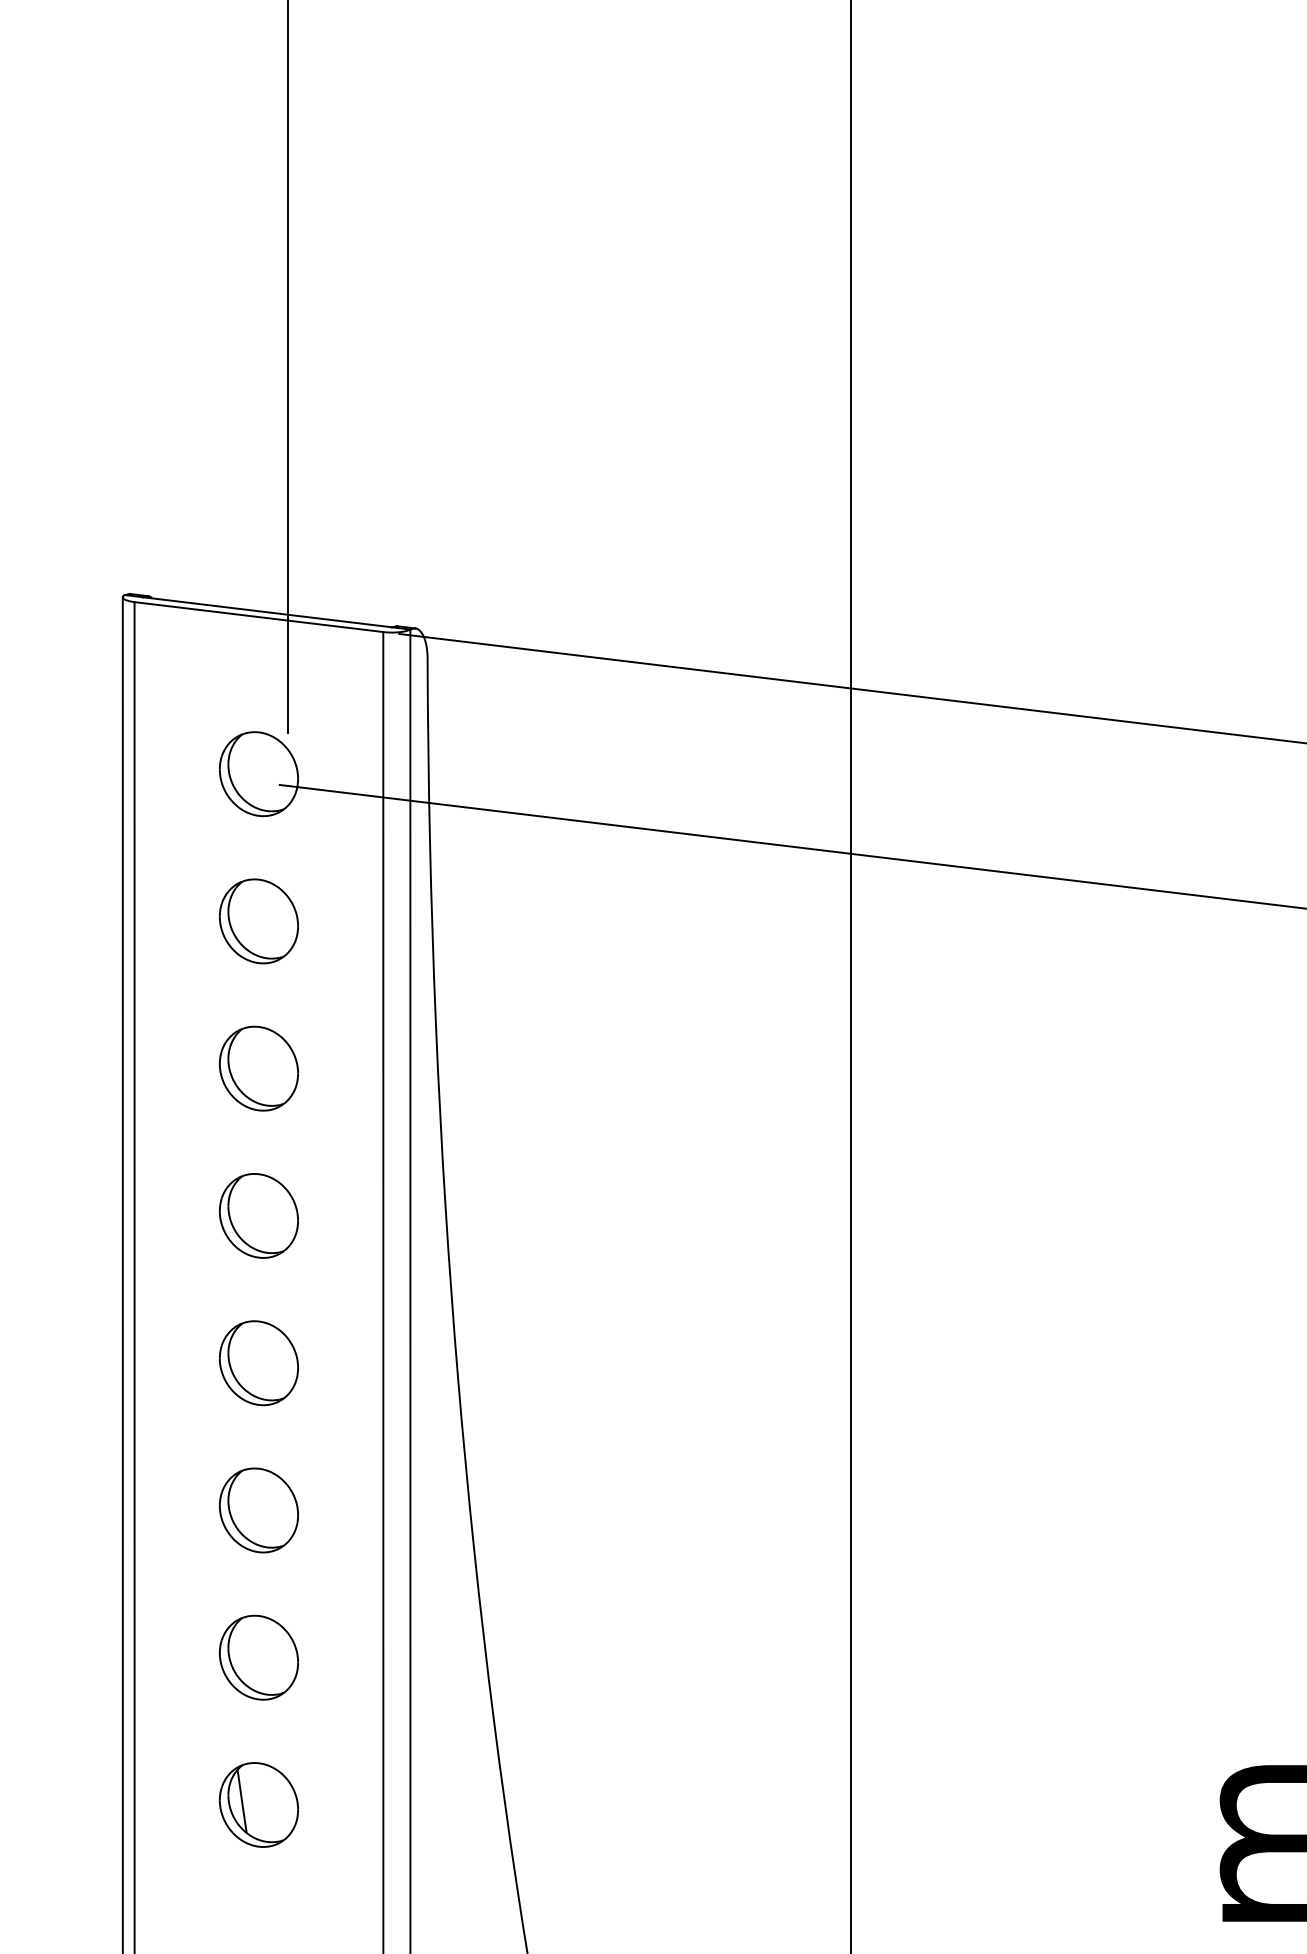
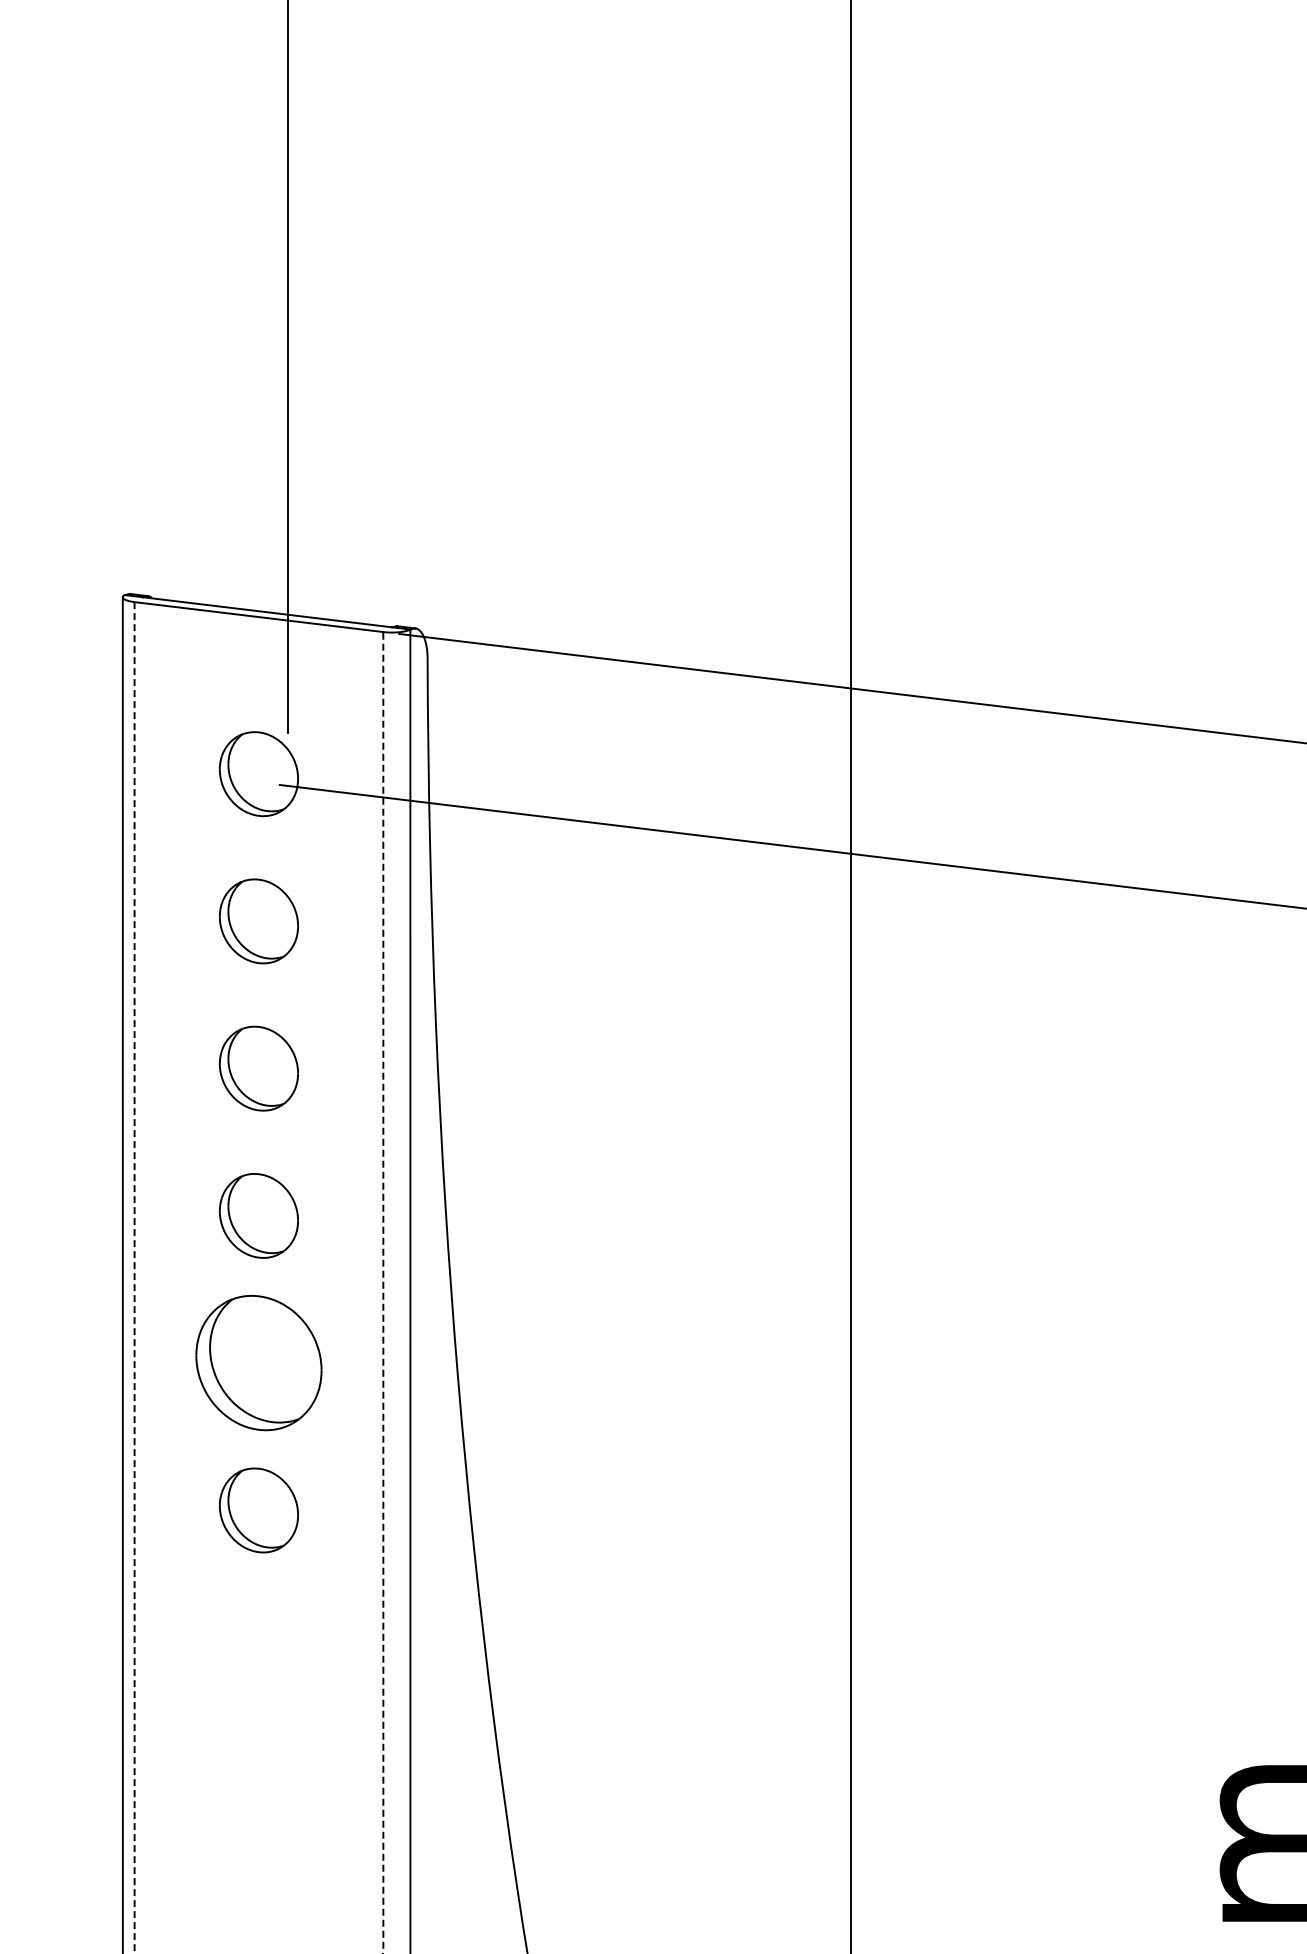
line at (134, 1278): solid -> dashed
line at (383, 1293): solid -> dashed
part at (258, 1363) size: 80x87 px -> 128x138 px
part at (258, 1657): present -> none
part at (258, 1804): present -> none
